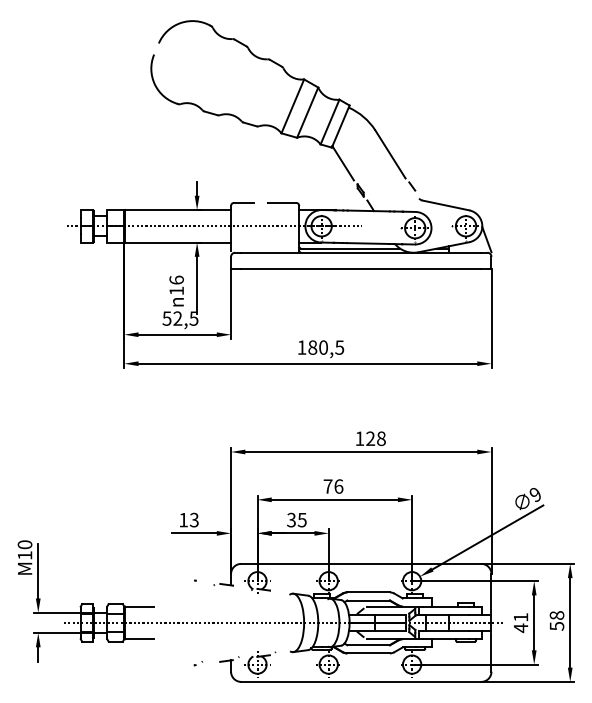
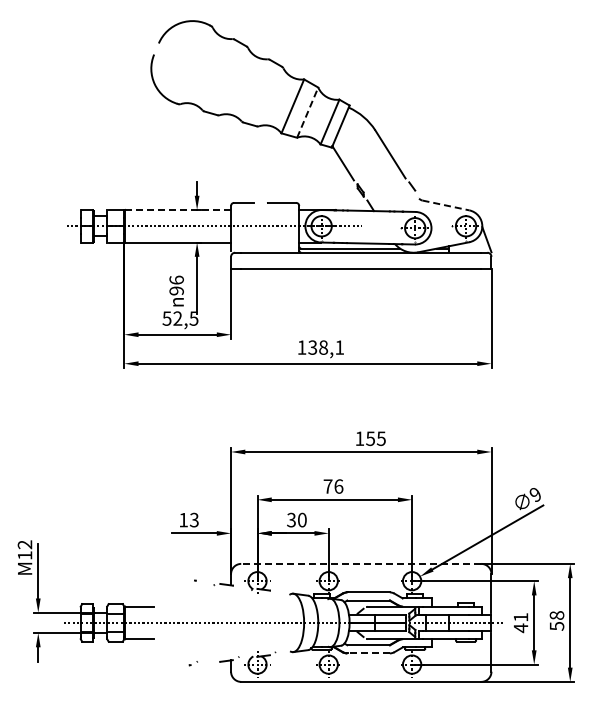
line at (307, 112): solid -> dashed
line at (445, 205): solid -> dashed
line at (178, 210): solid -> dashed
text at (176, 290): 16 -> 96
text at (326, 347): 180,5 -> 138,1
text at (375, 438): 128 -> 155
text at (301, 519): 35 -> 30
text at (24, 544): M10 -> M12
line at (360, 563): solid -> dashed
line at (368, 653): solid -> dashed
part at (197, 663) position: (197, 663) -> (192, 663)
